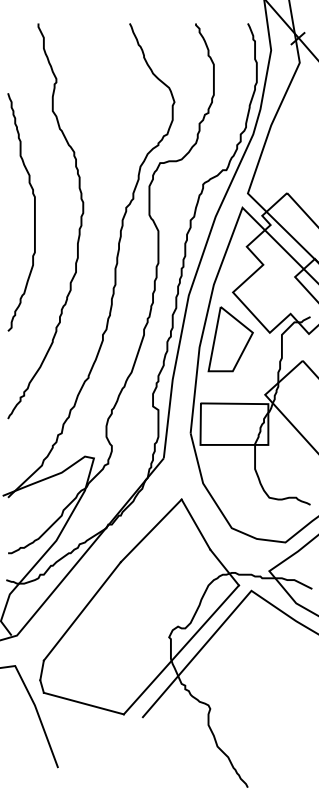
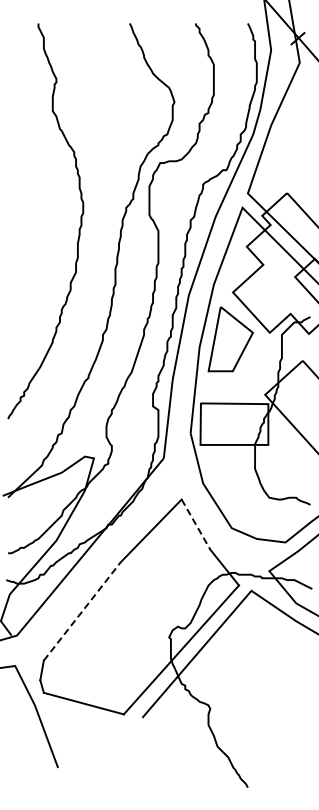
curve at (34, 212): present -> none
line at (195, 524): solid -> dashed
line at (82, 611): solid -> dashed
